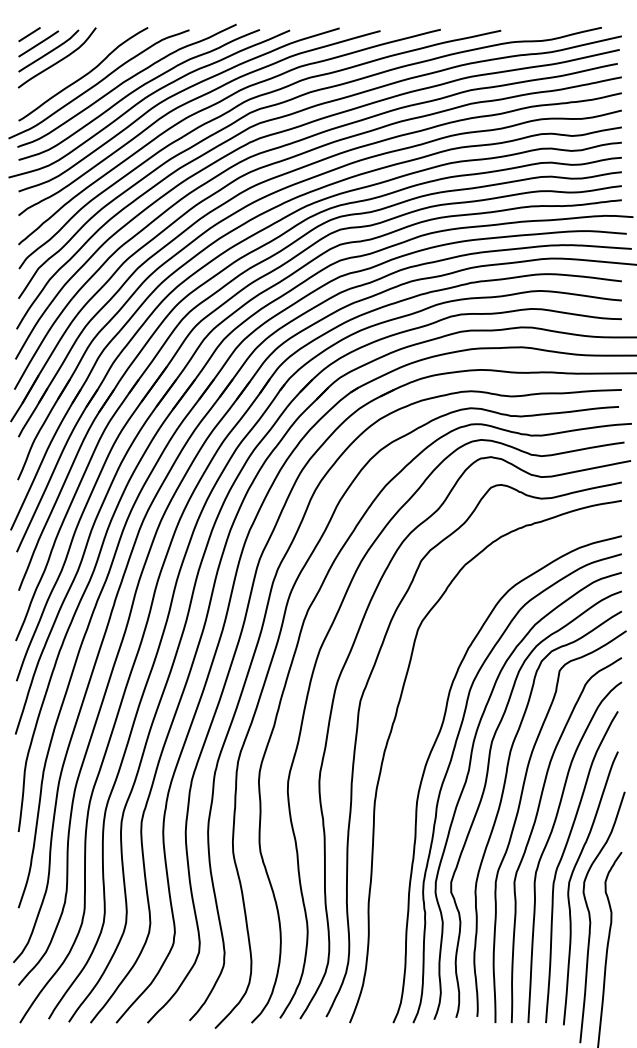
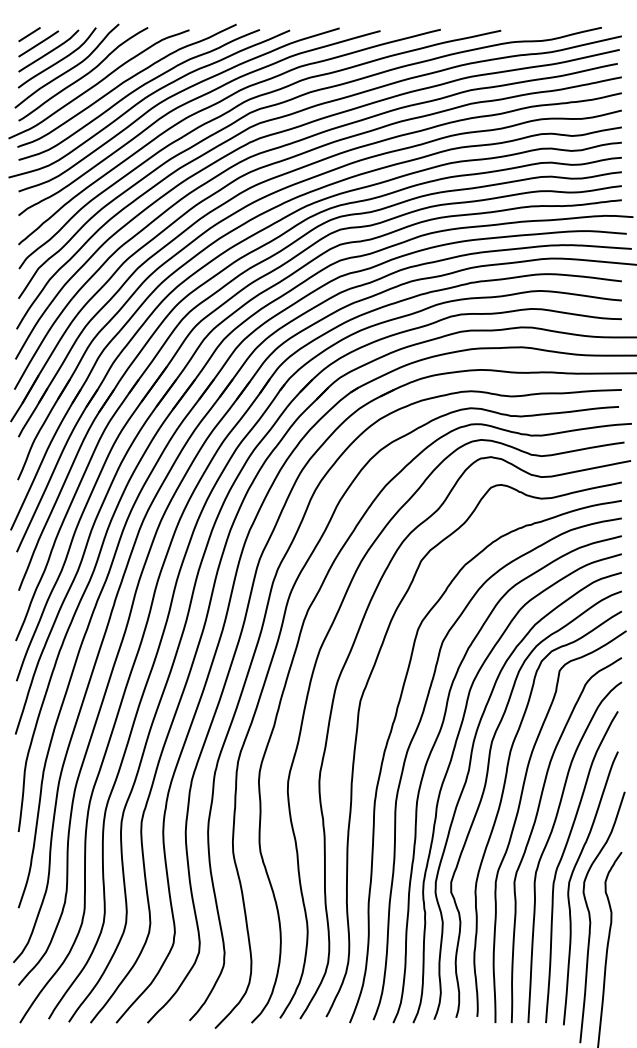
curve at (68, 69): none -> present
curve at (418, 728): none -> present
